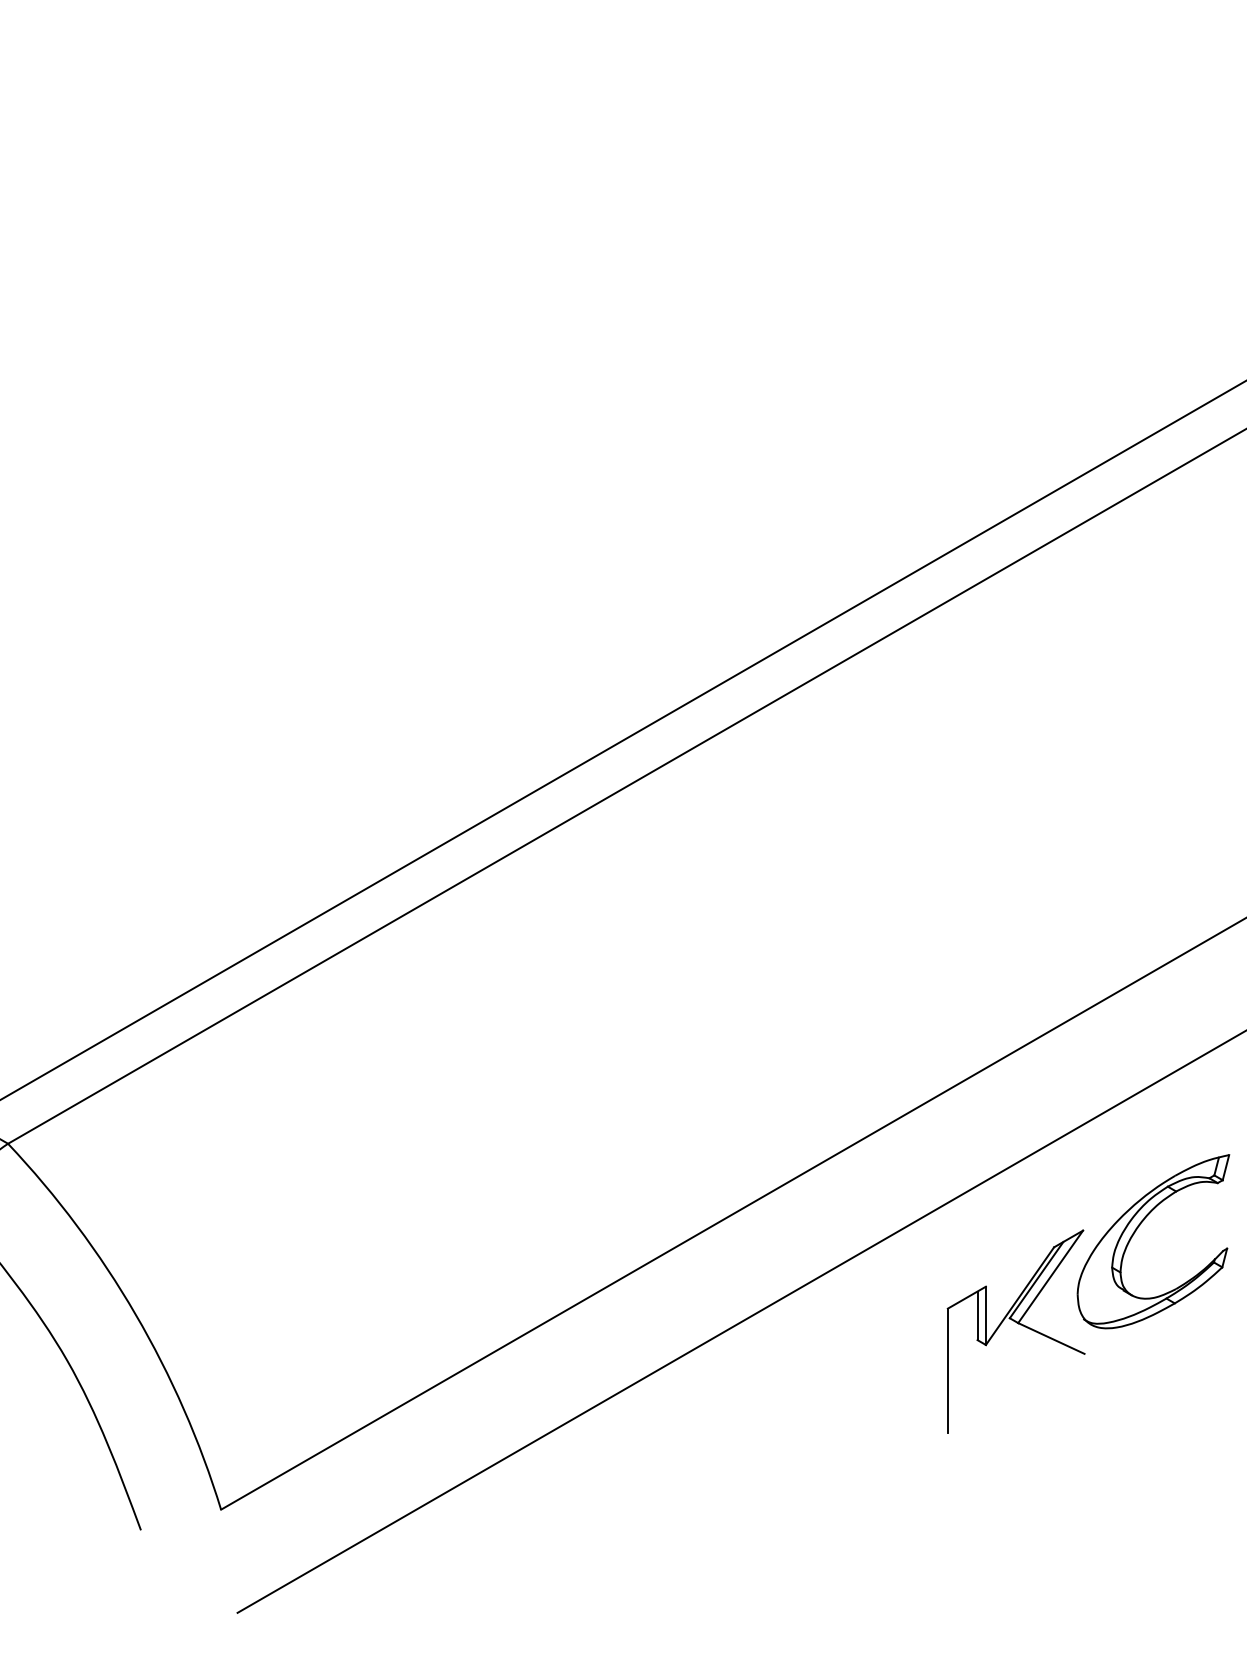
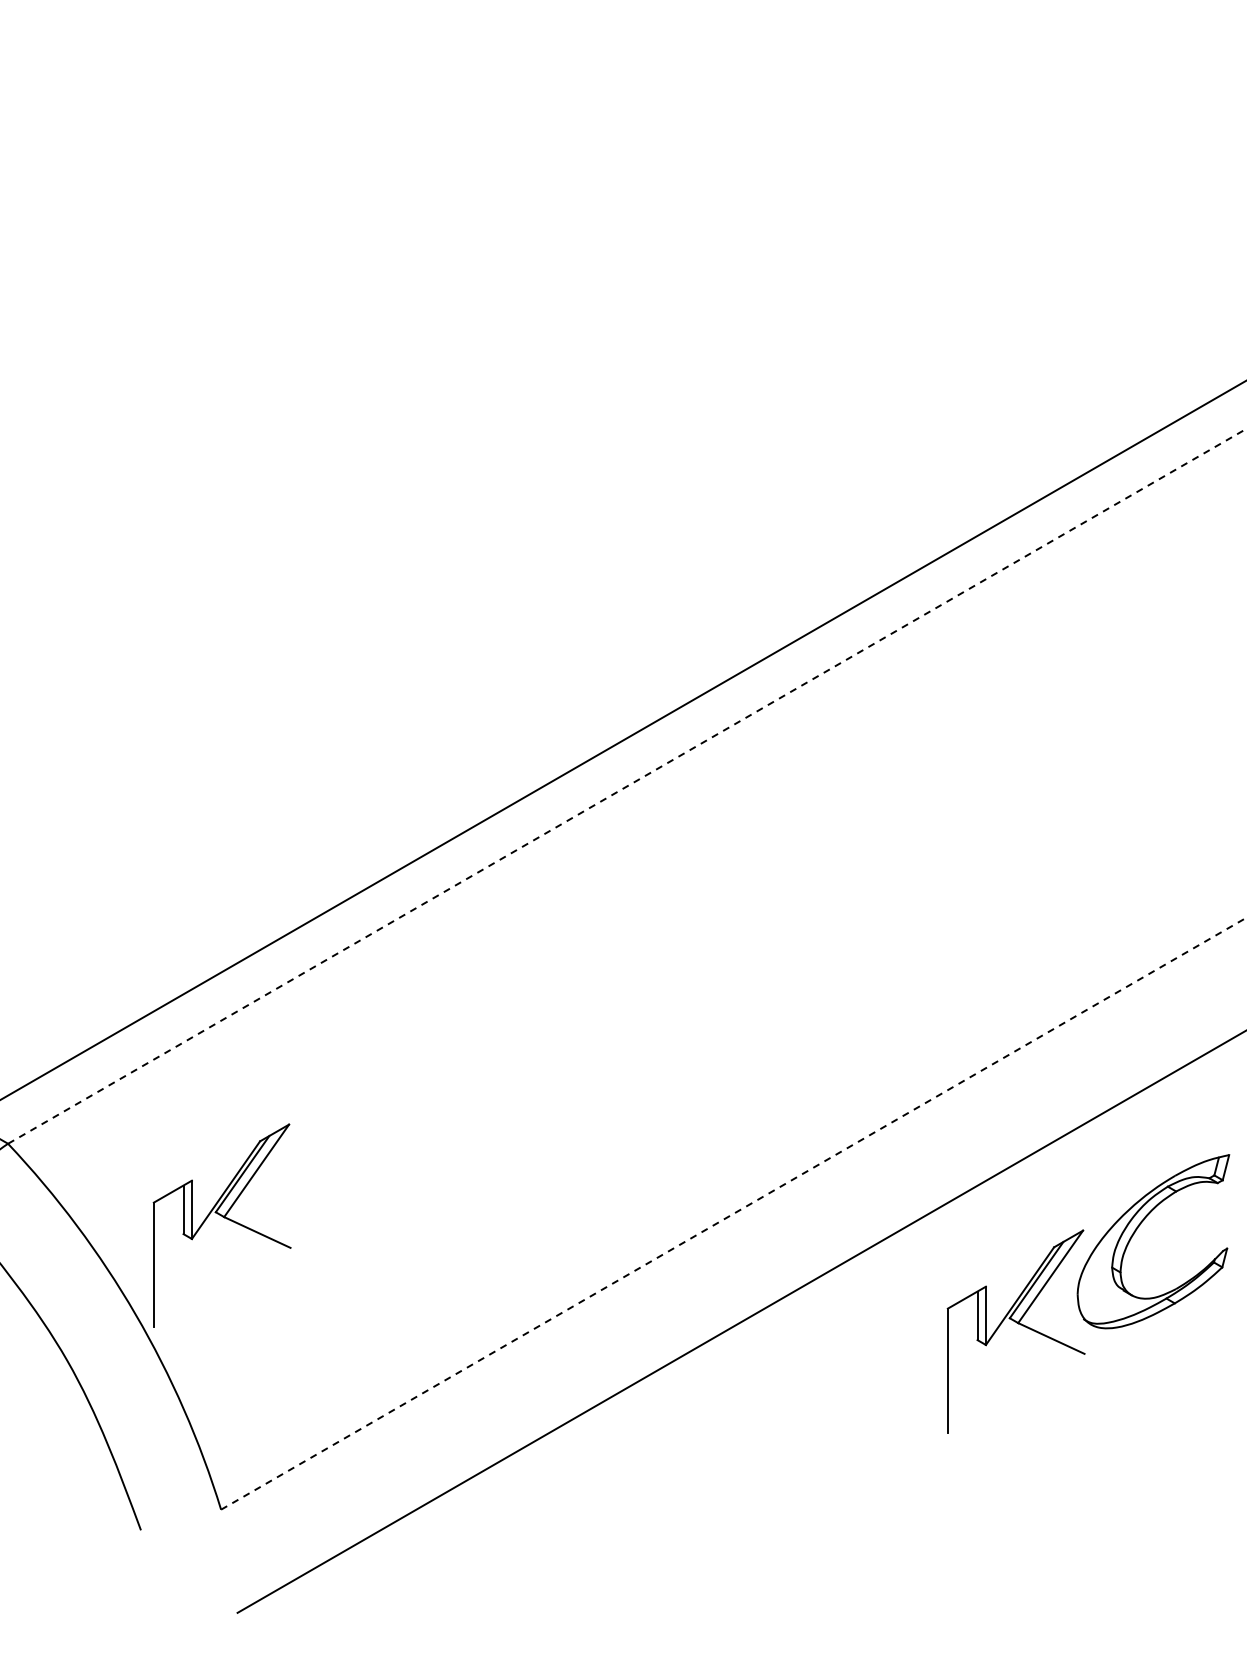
line at (627, 786): solid -> dashed
line at (733, 1213): solid -> dashed
part at (224, 1218): none -> present
